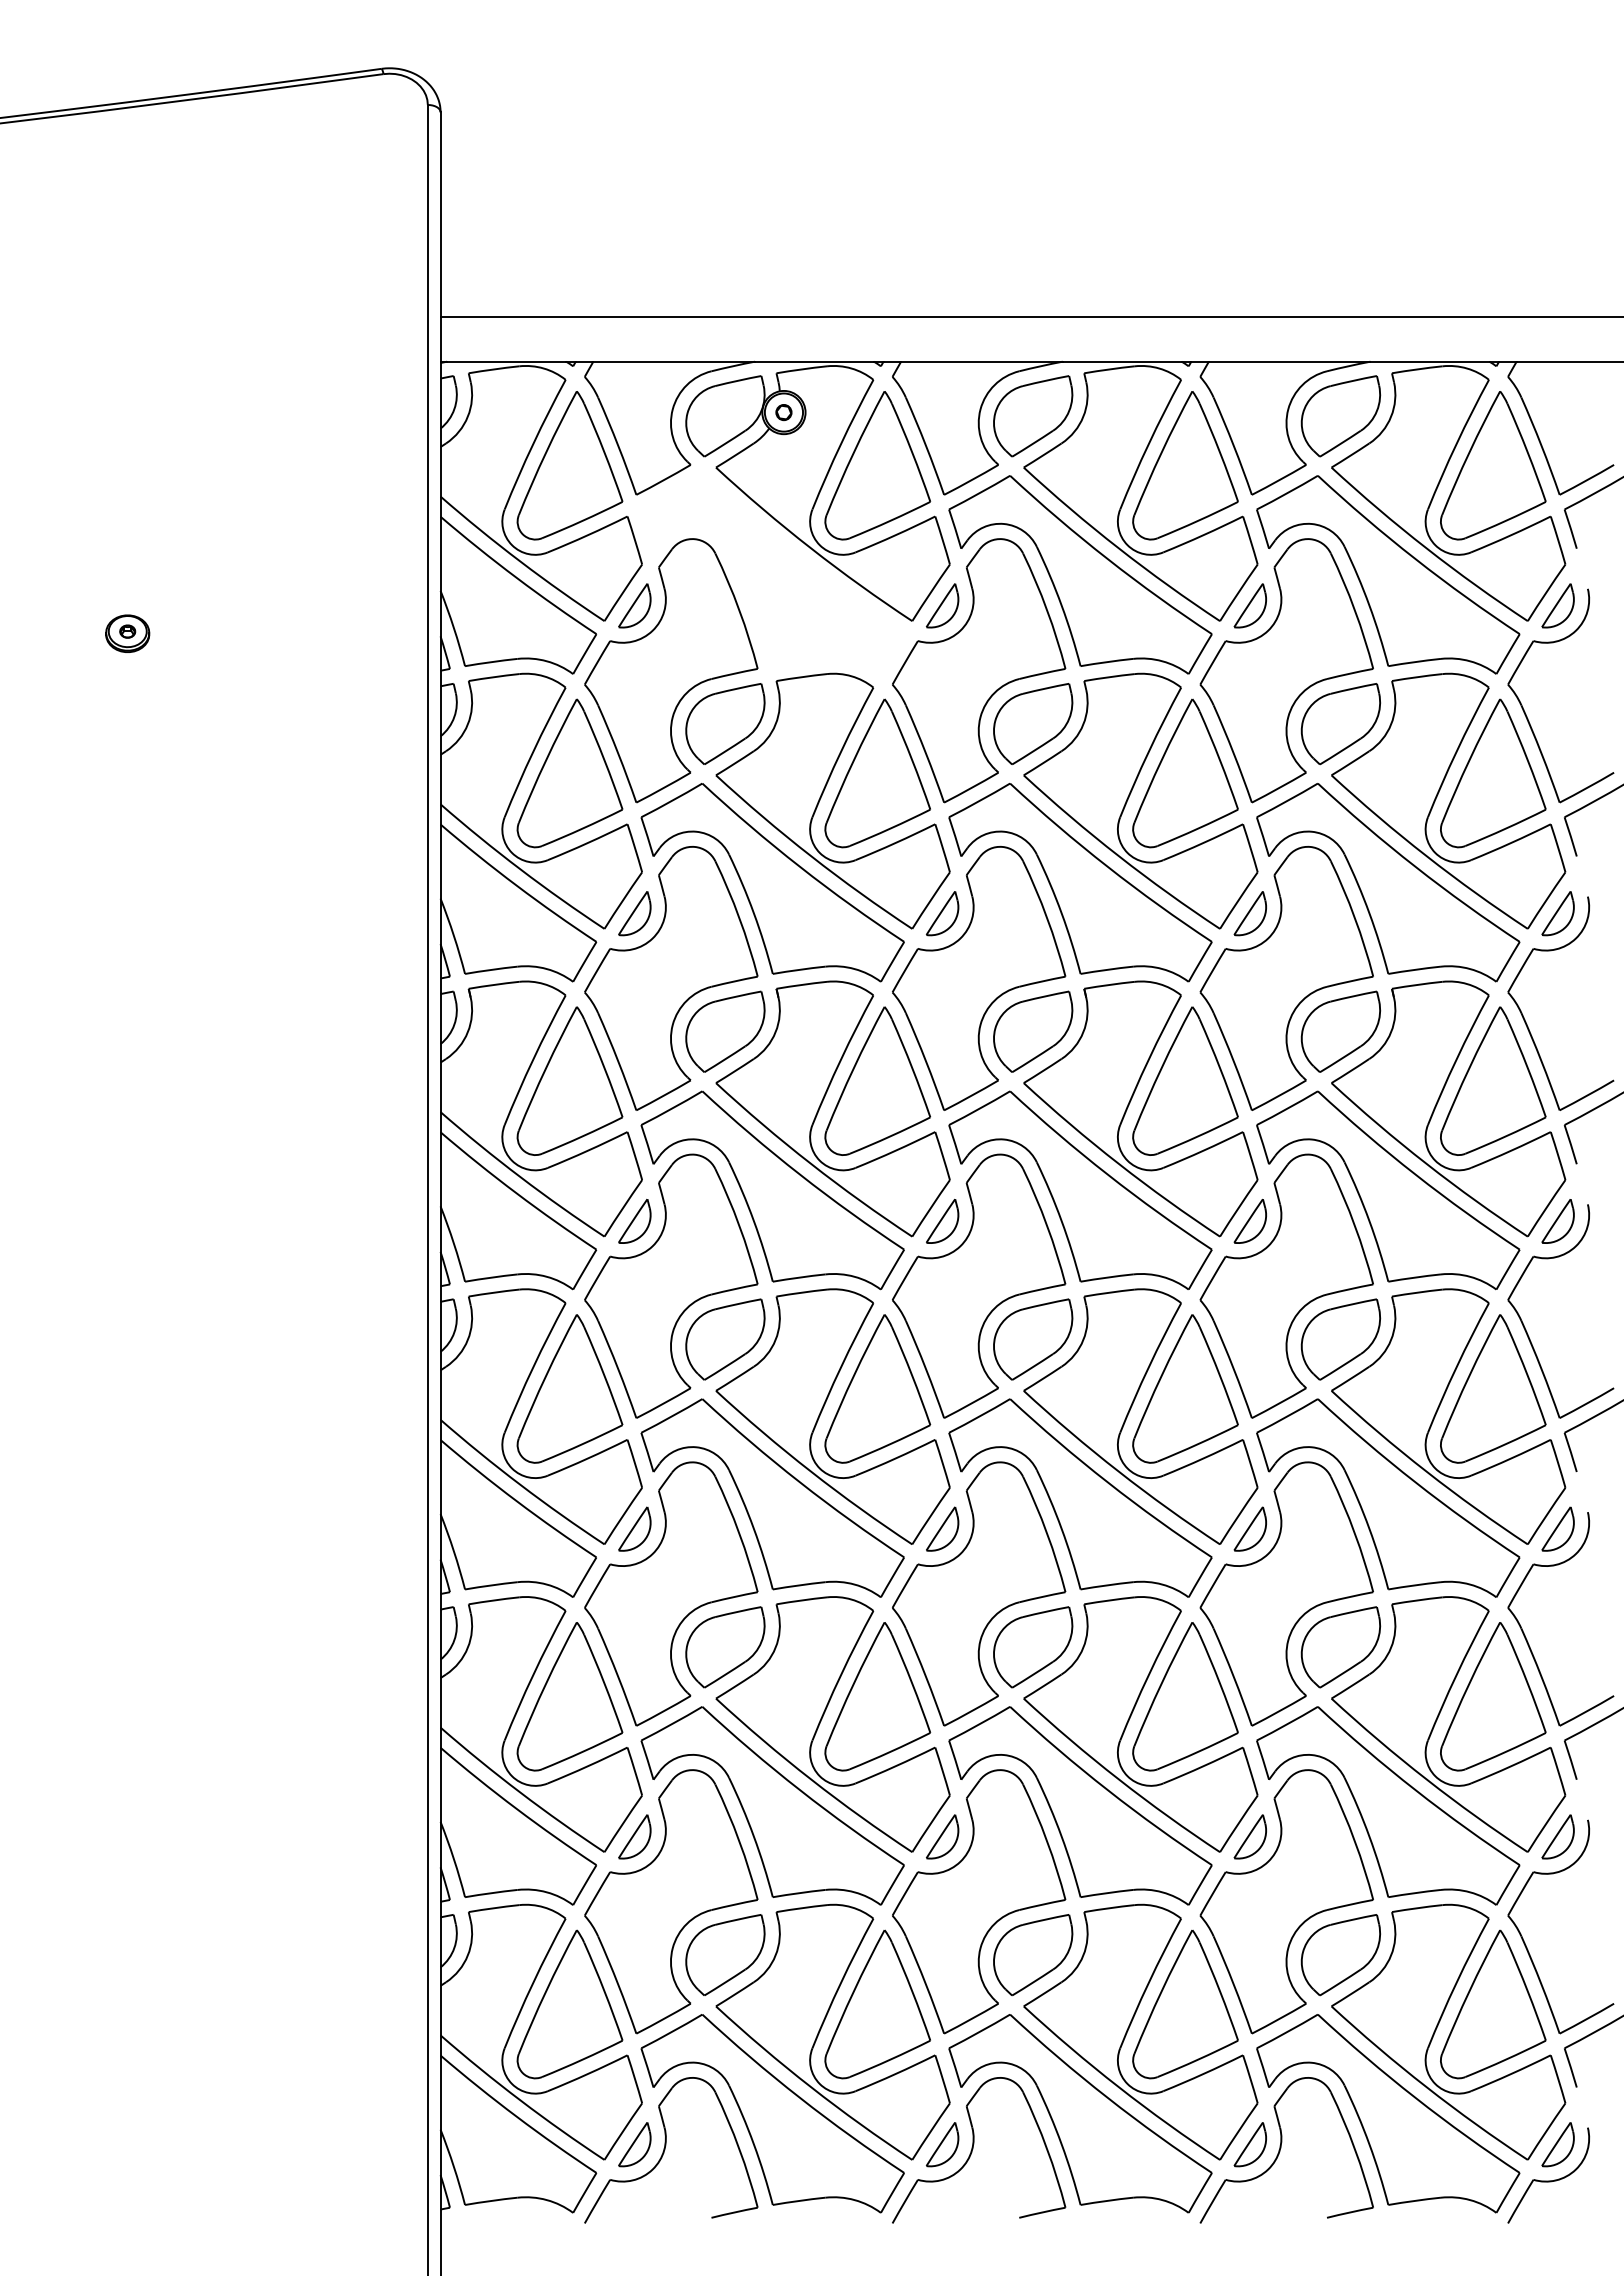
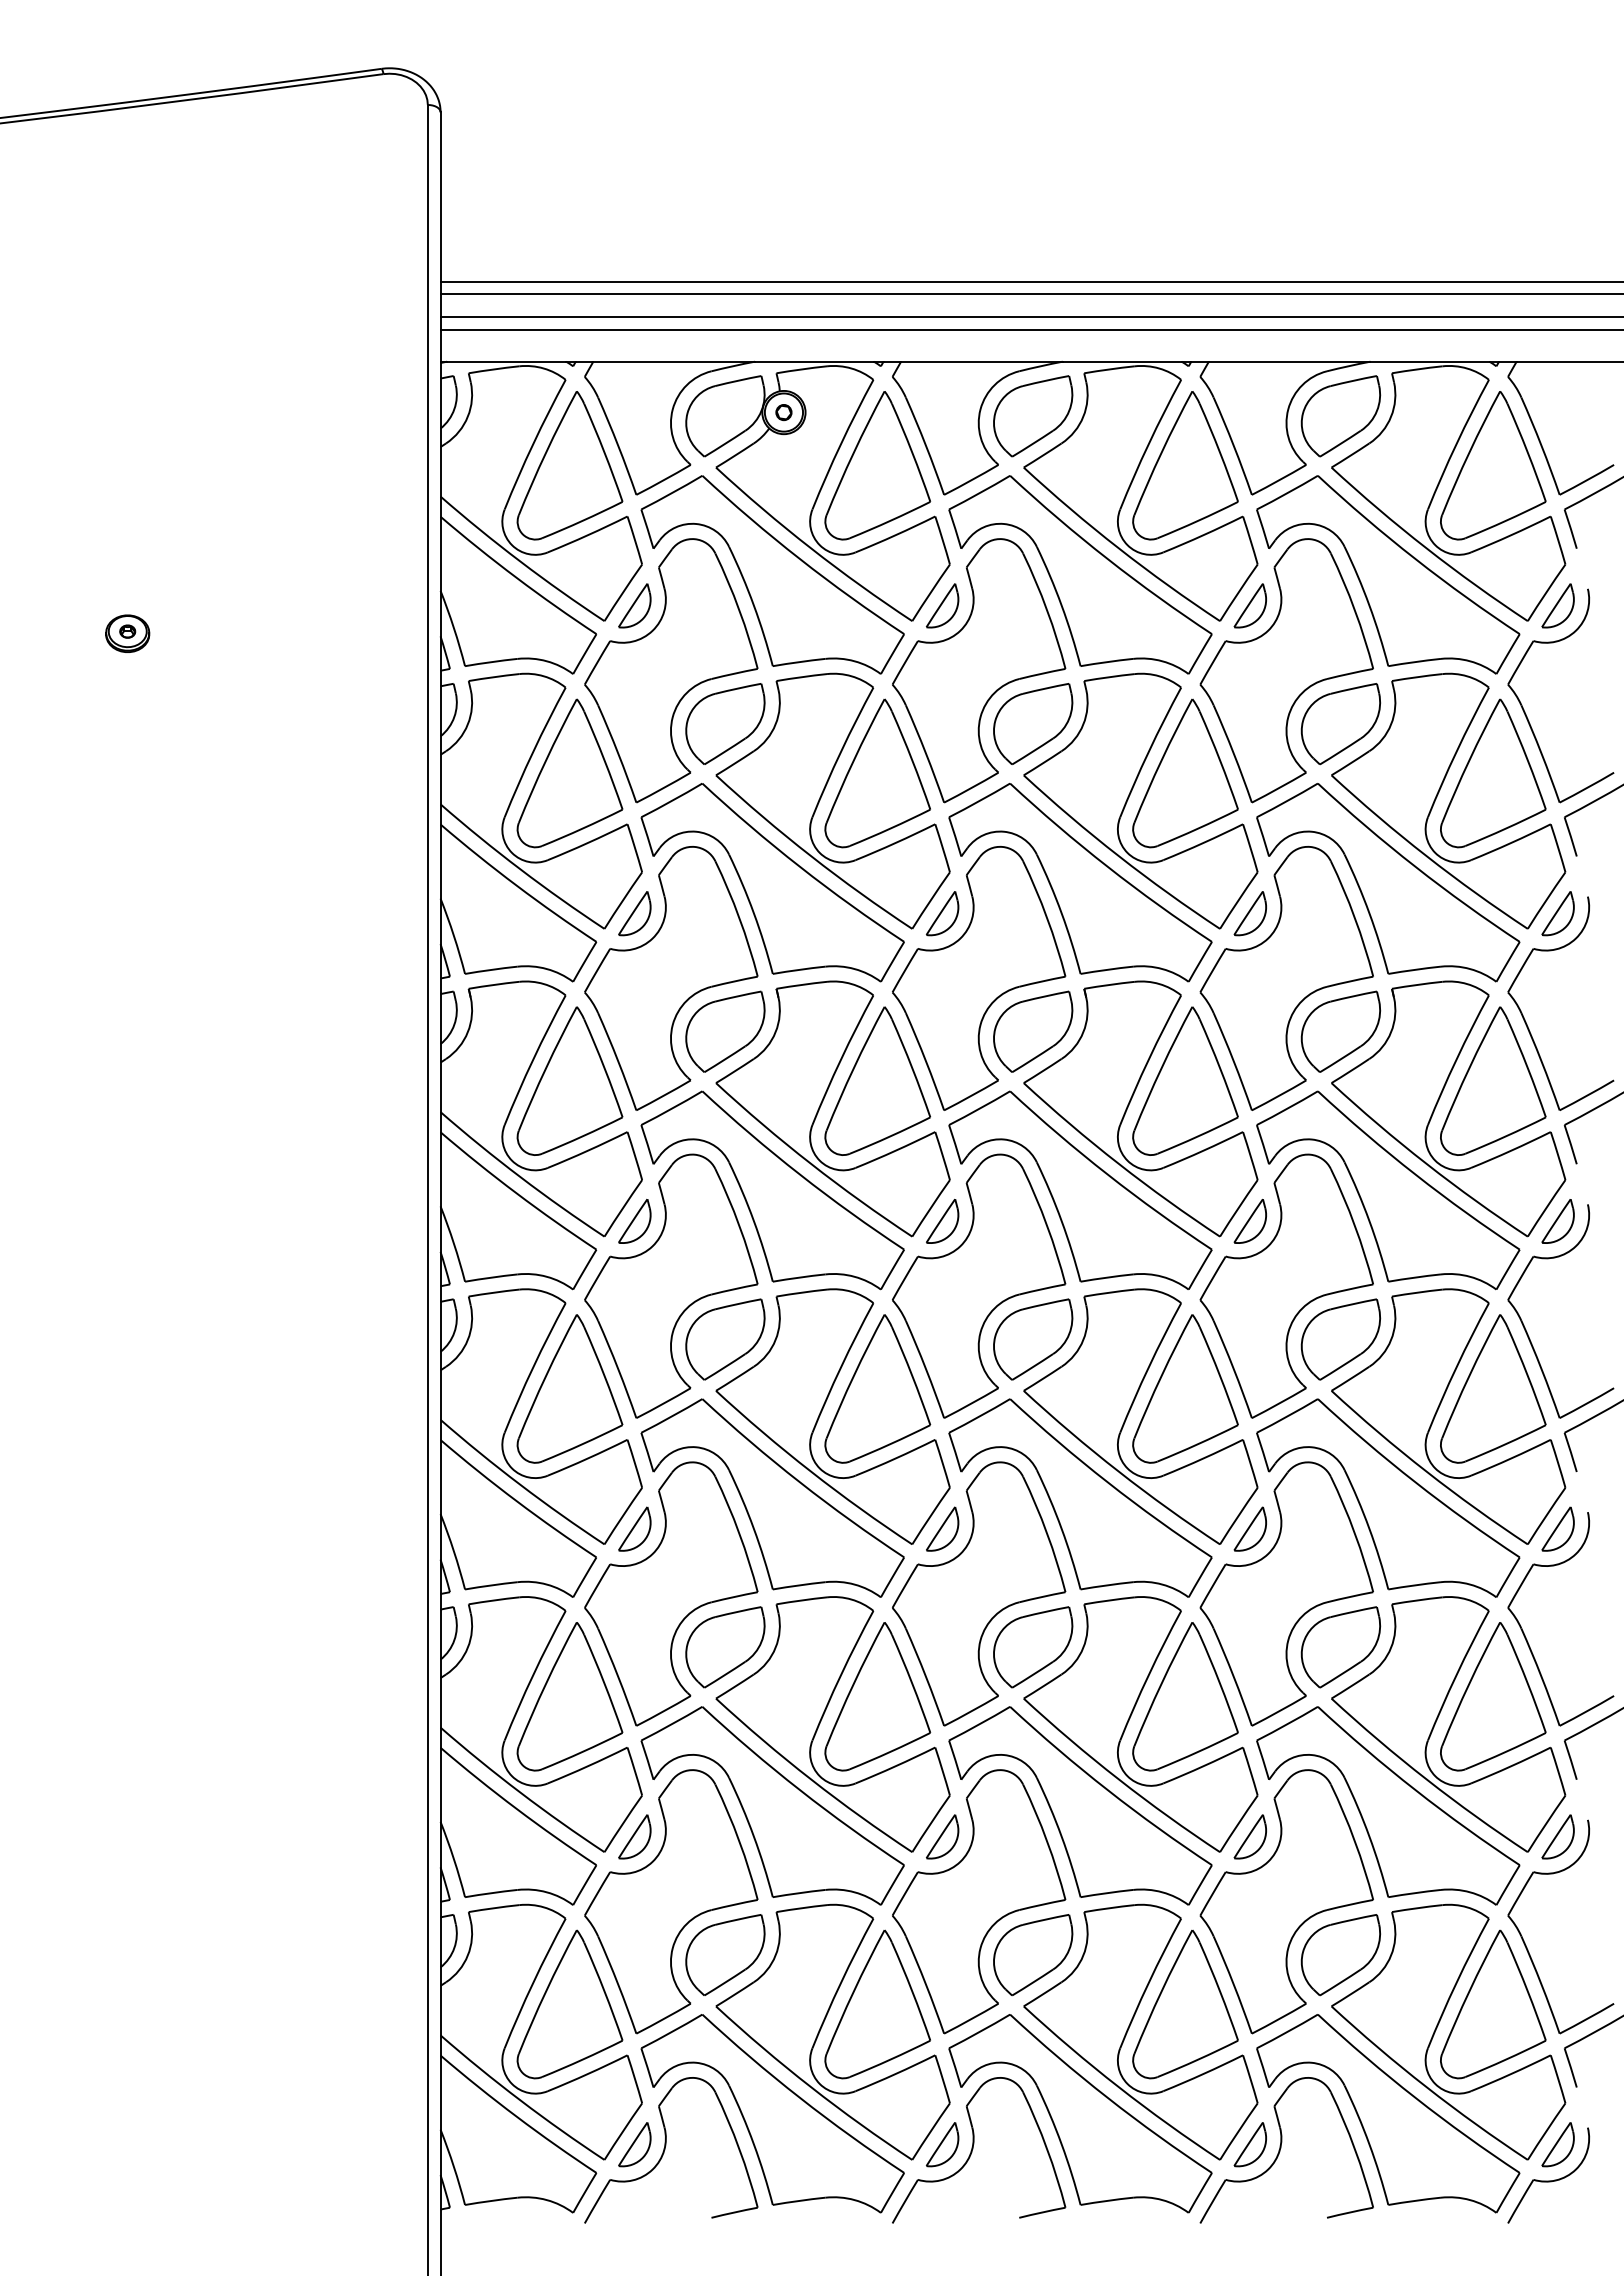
line at (1030, 281): none -> present
line at (1030, 294): none -> present
line at (1030, 329): none -> present
part at (772, 574): none -> present
